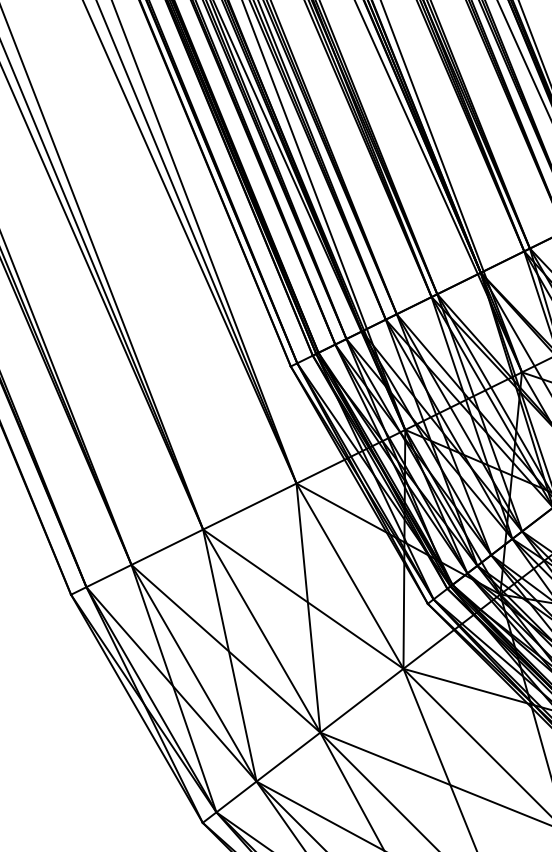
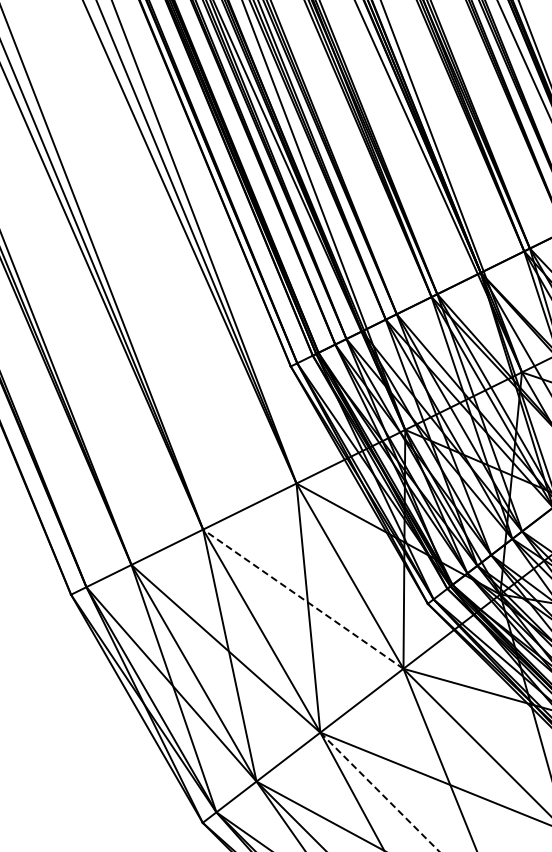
line at (303, 599): solid -> dashed
line at (379, 791): solid -> dashed
